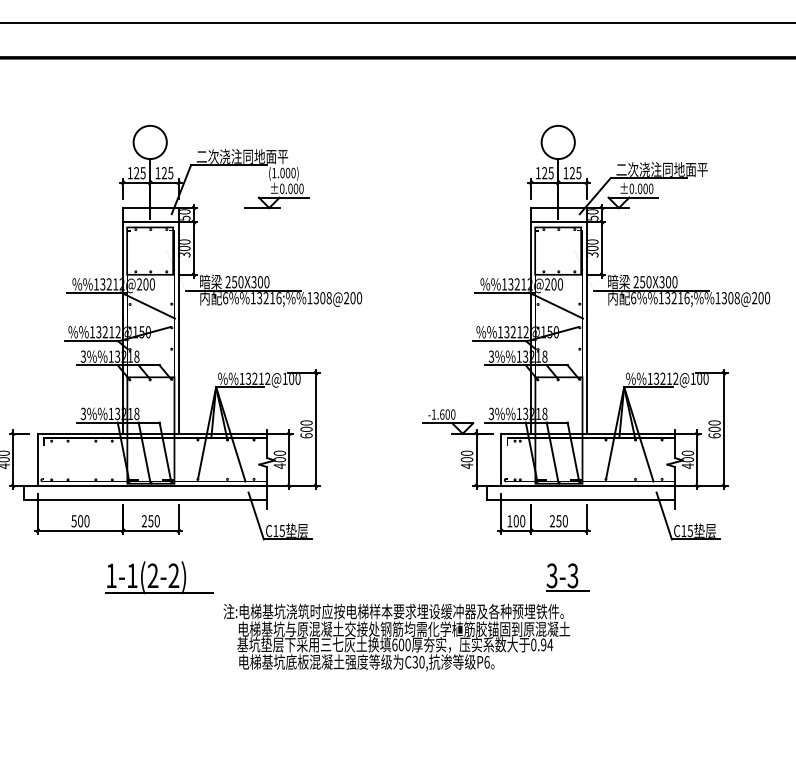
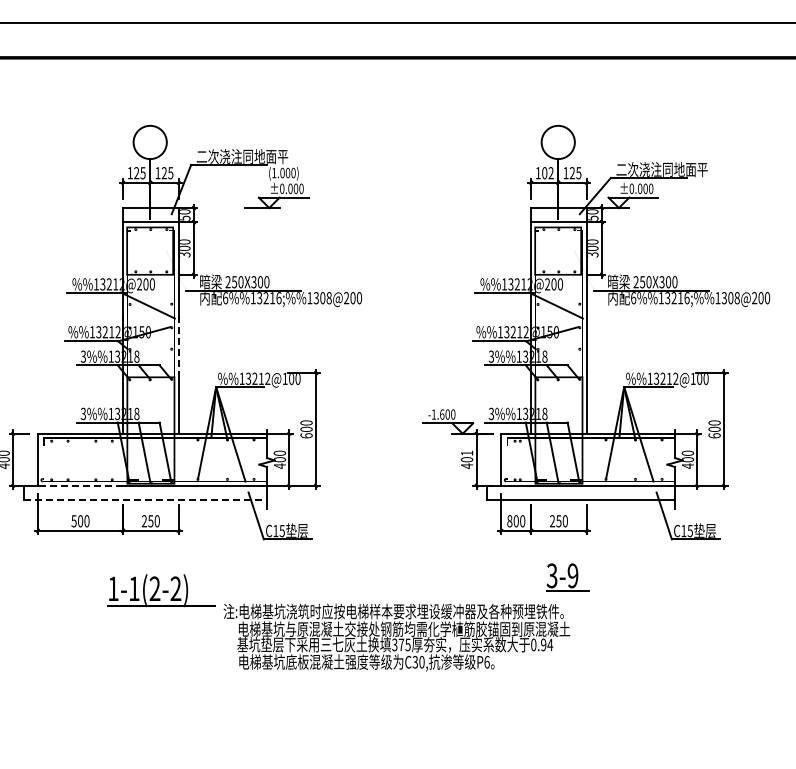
text at (547, 173): 125 -> 102
line at (178, 345): solid -> dashed
text at (466, 452): 400 -> 401
line at (80, 485): solid -> dashed
line at (146, 499): solid -> dashed
text at (509, 521): 100 -> 800
text at (572, 575): 3-3 -> 3-9
text at (159, 577) position: (159, 577) -> (161, 590)
text at (401, 644): 600 -> 375
